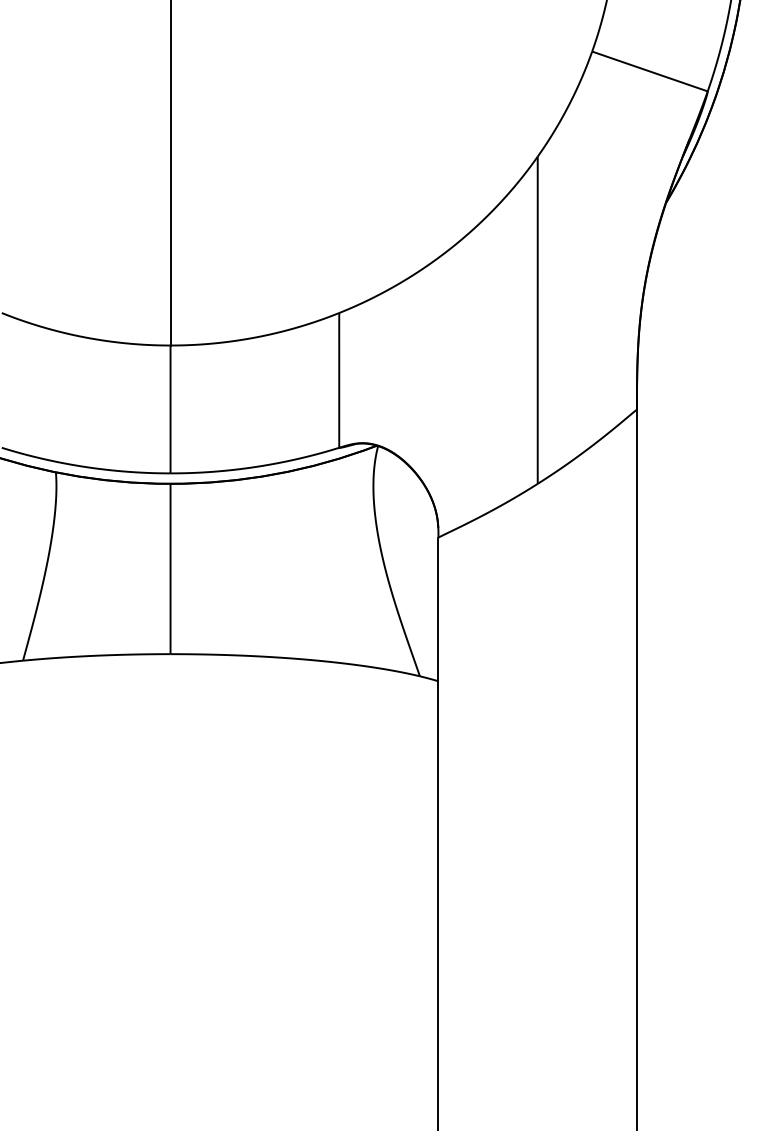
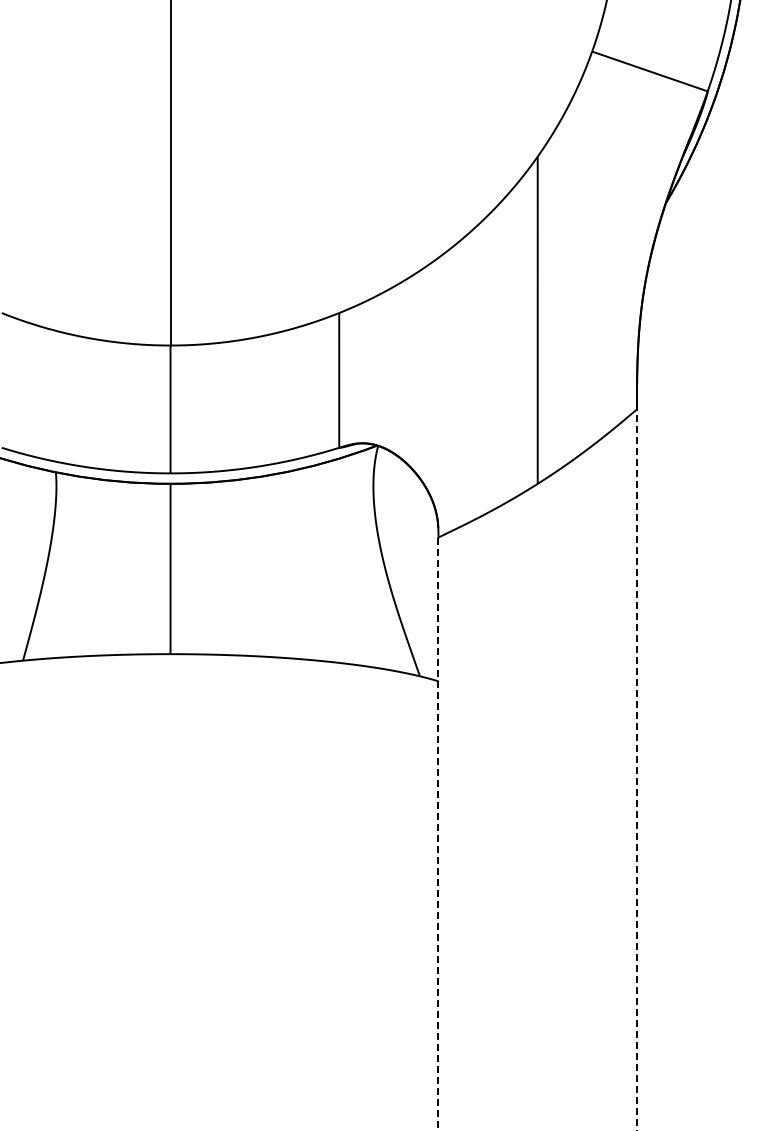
line at (636, 769): solid -> dashed
line at (438, 834): solid -> dashed
